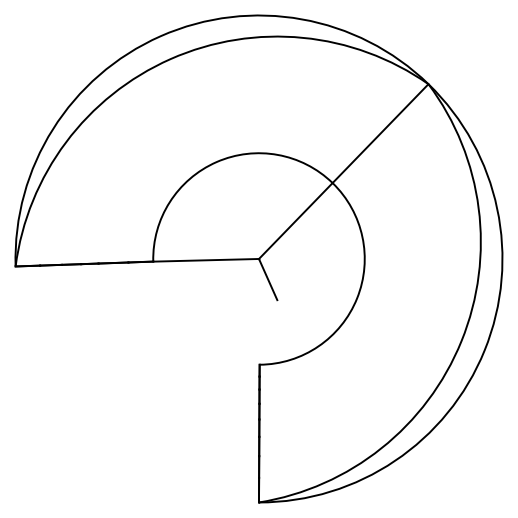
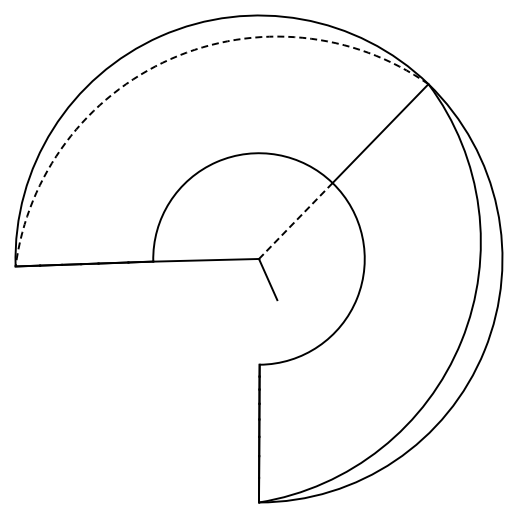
arc at (170, 59): solid -> dashed
line at (295, 221): solid -> dashed
